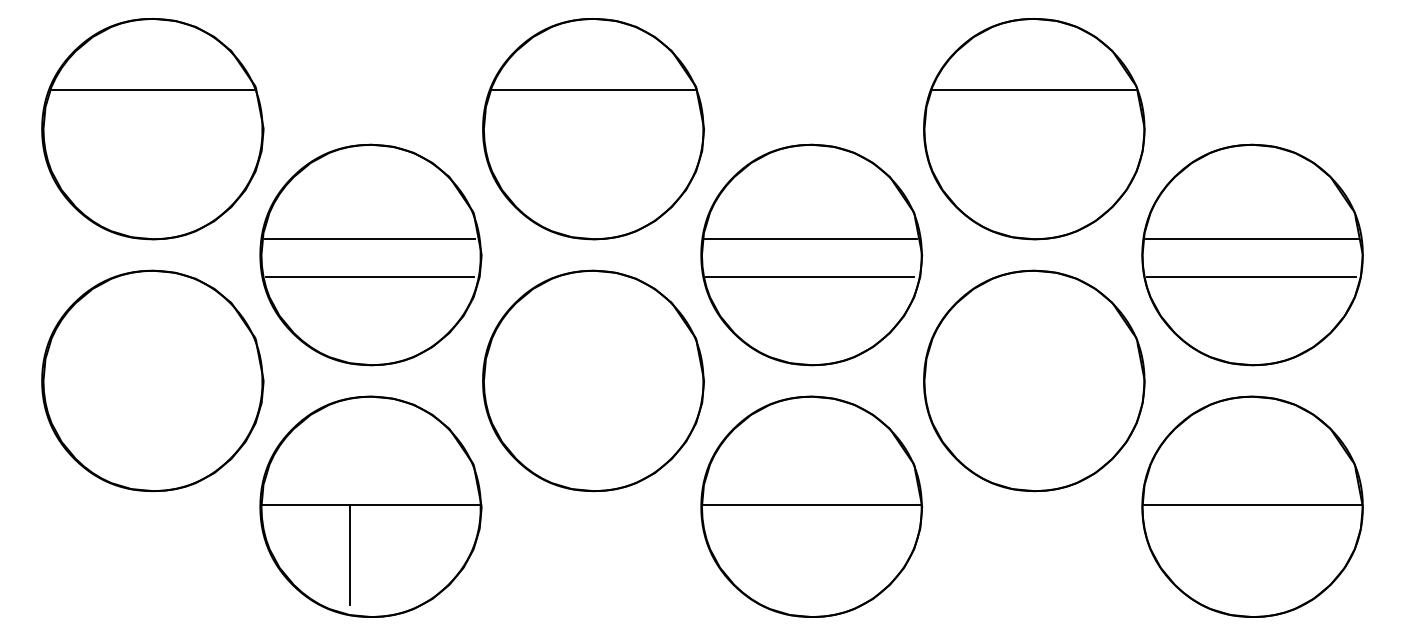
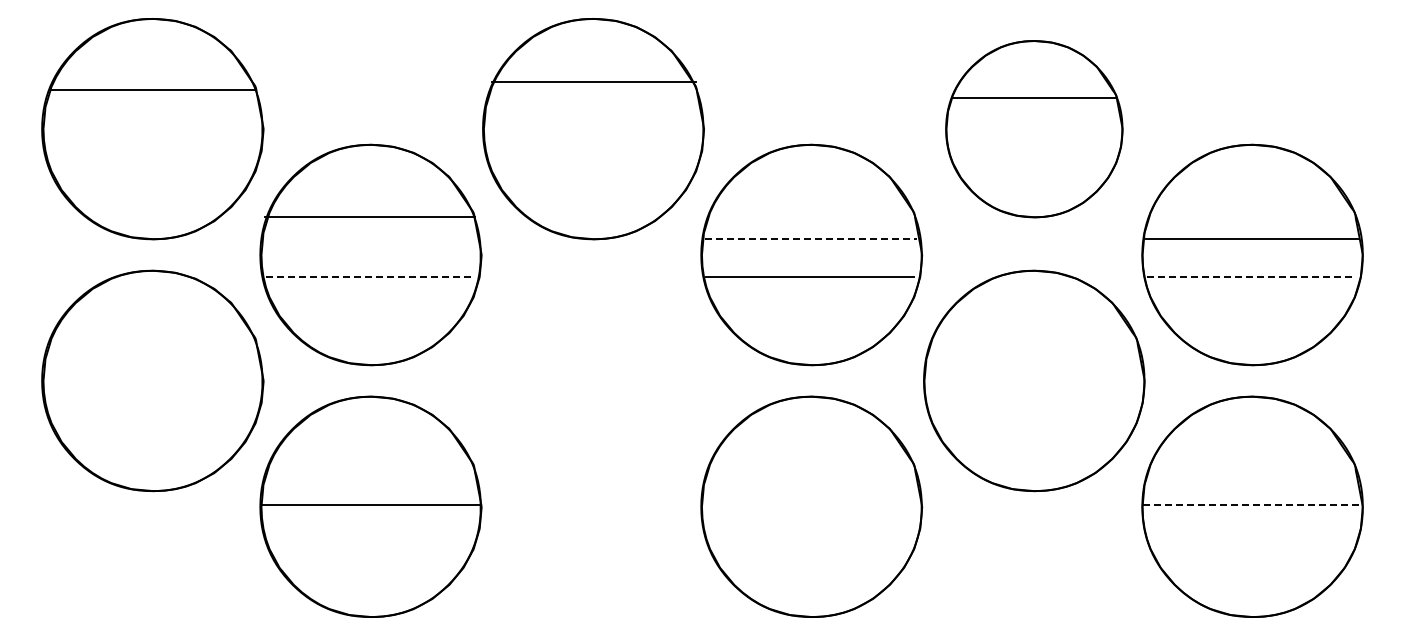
line at (593, 89) position: (593, 89) -> (593, 81)
part at (1034, 129) size: 223x223 px -> 179x179 px
line at (369, 239) position: (369, 239) -> (369, 217)
line at (810, 239): solid -> dashed
line at (369, 277): solid -> dashed
line at (1251, 277): solid -> dashed
part at (593, 380): present -> none
line at (811, 505): present -> none
line at (1252, 505): solid -> dashed
line at (350, 555): present -> none
